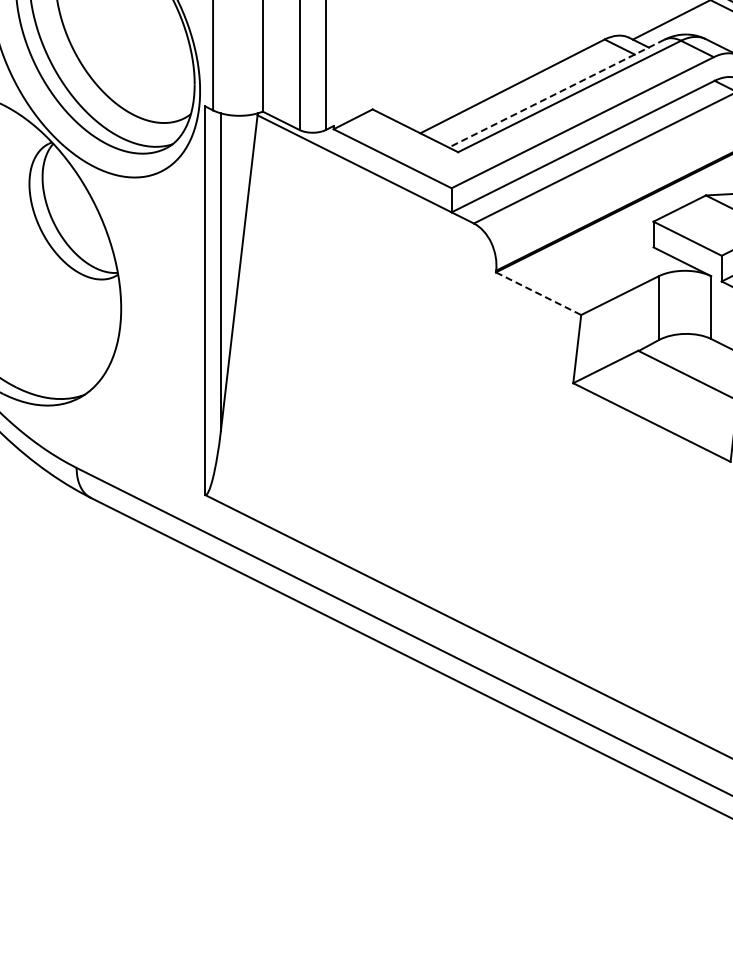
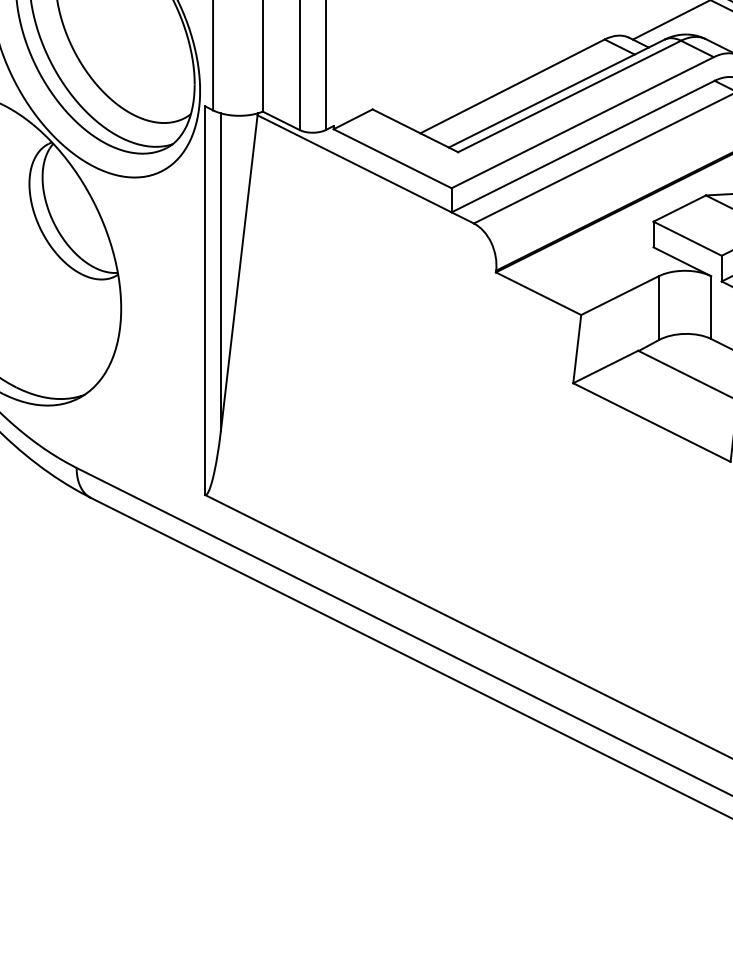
line at (556, 93): dashed -> solid
line at (538, 293): dashed -> solid
